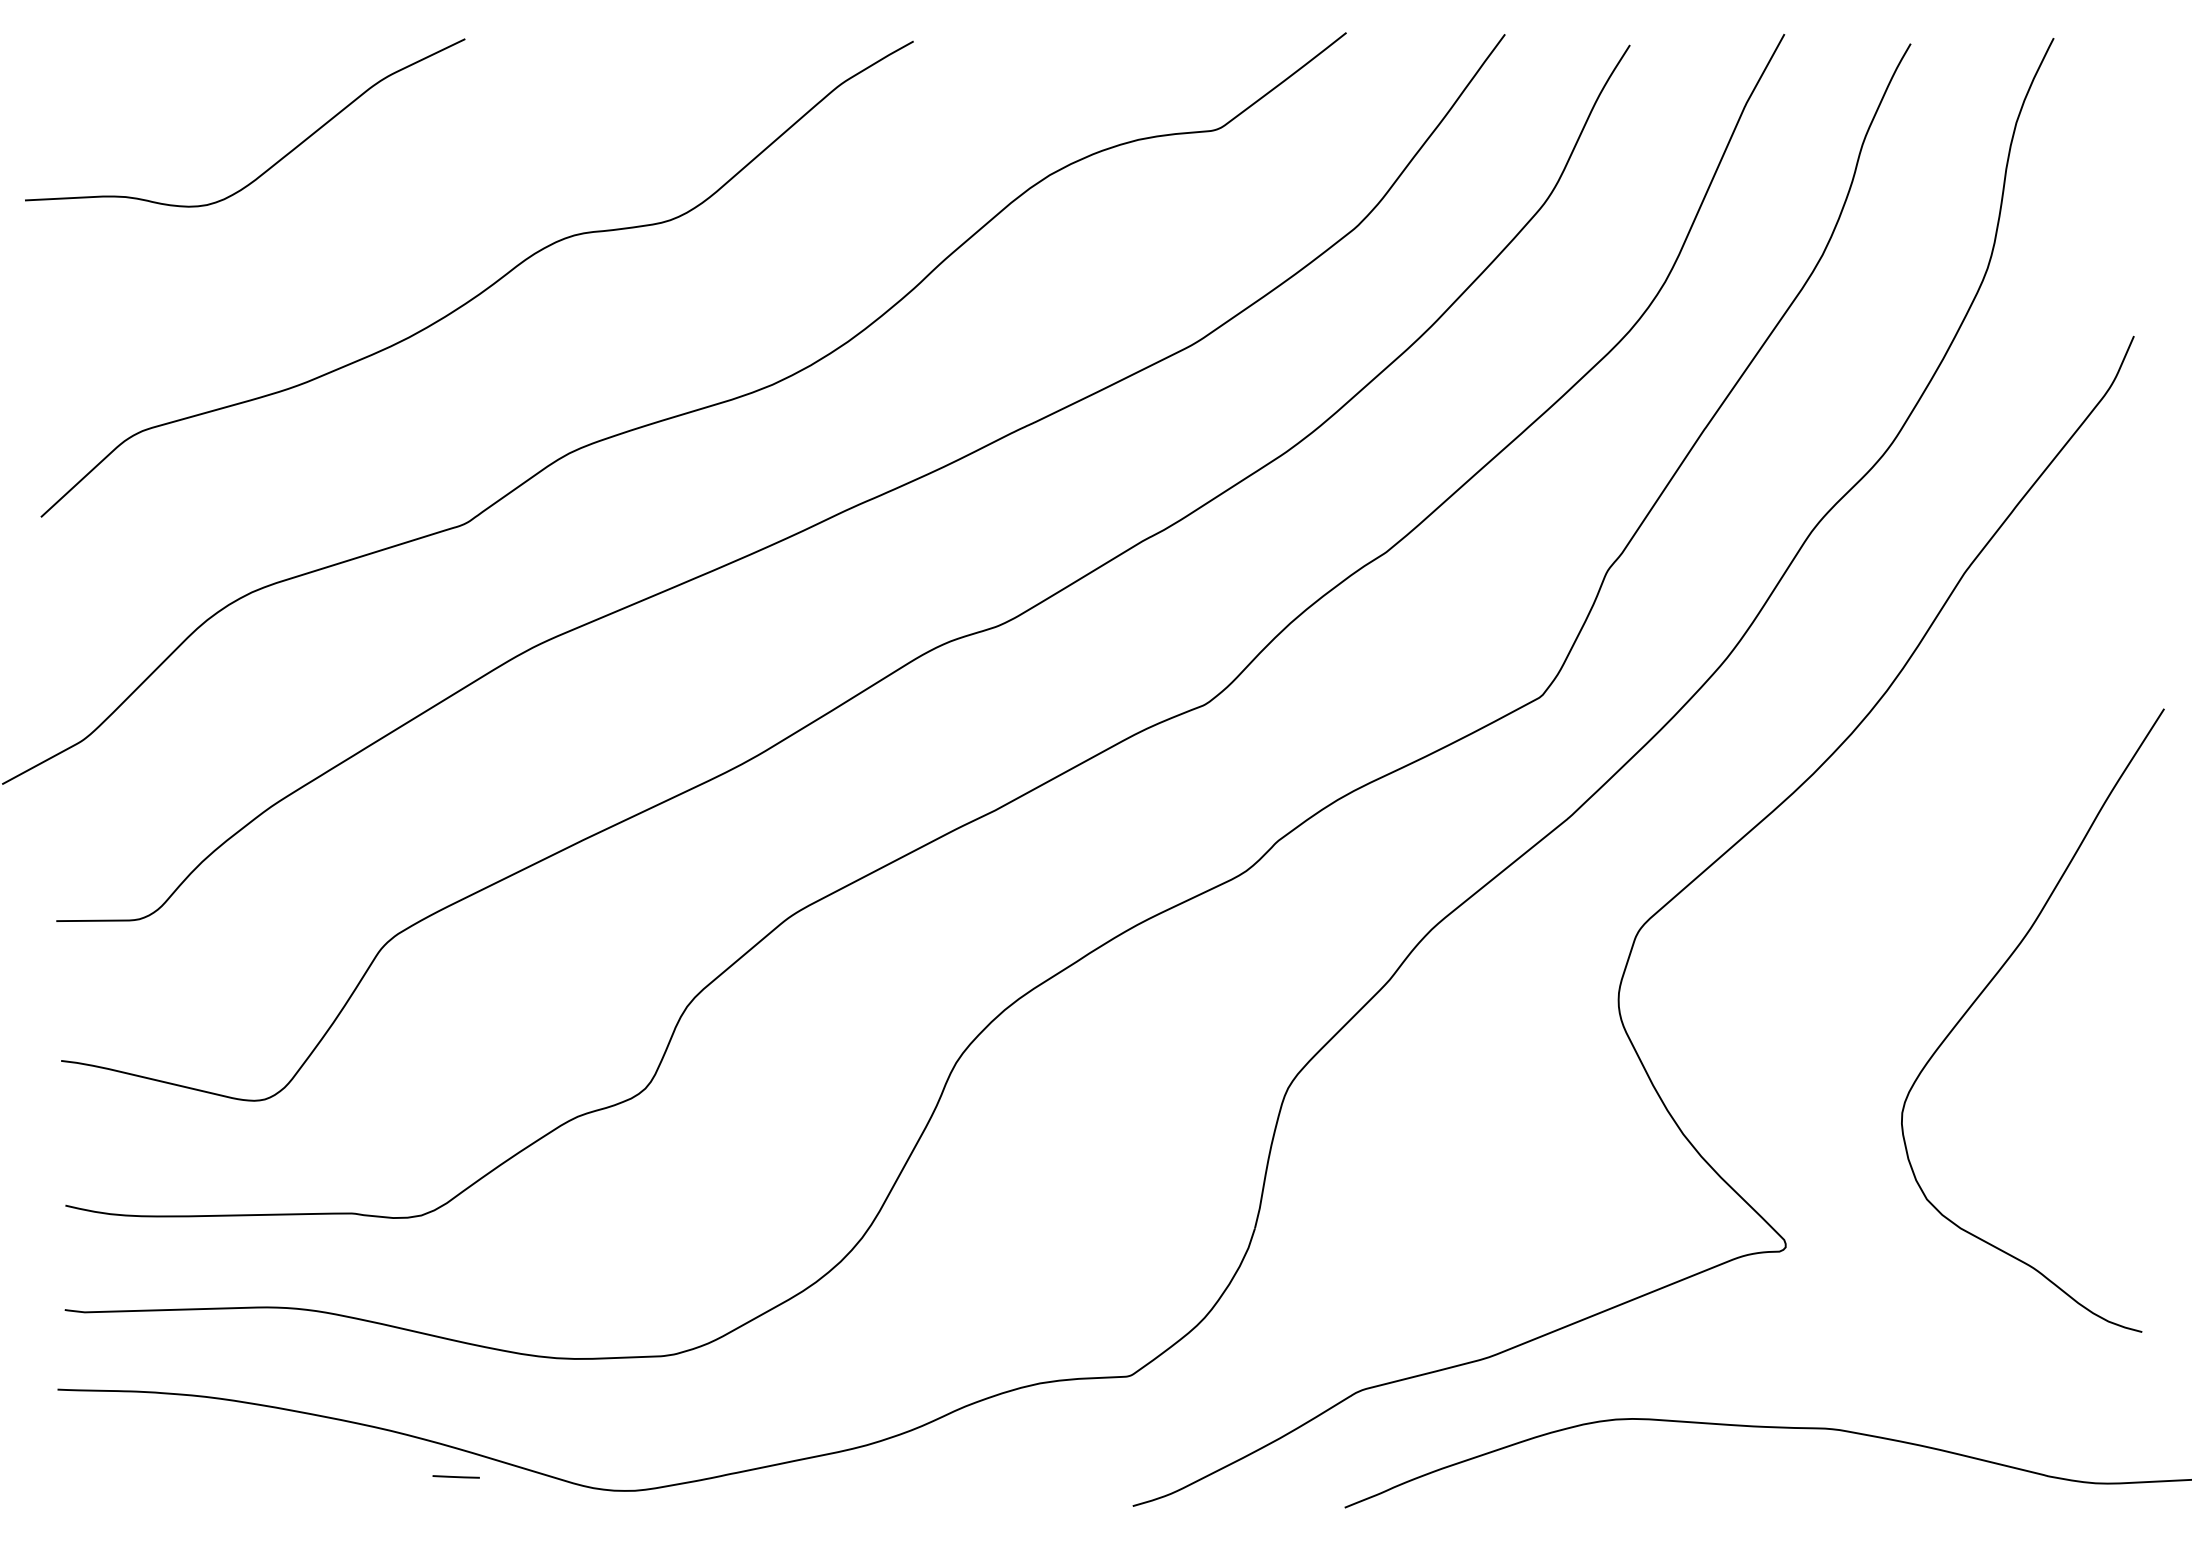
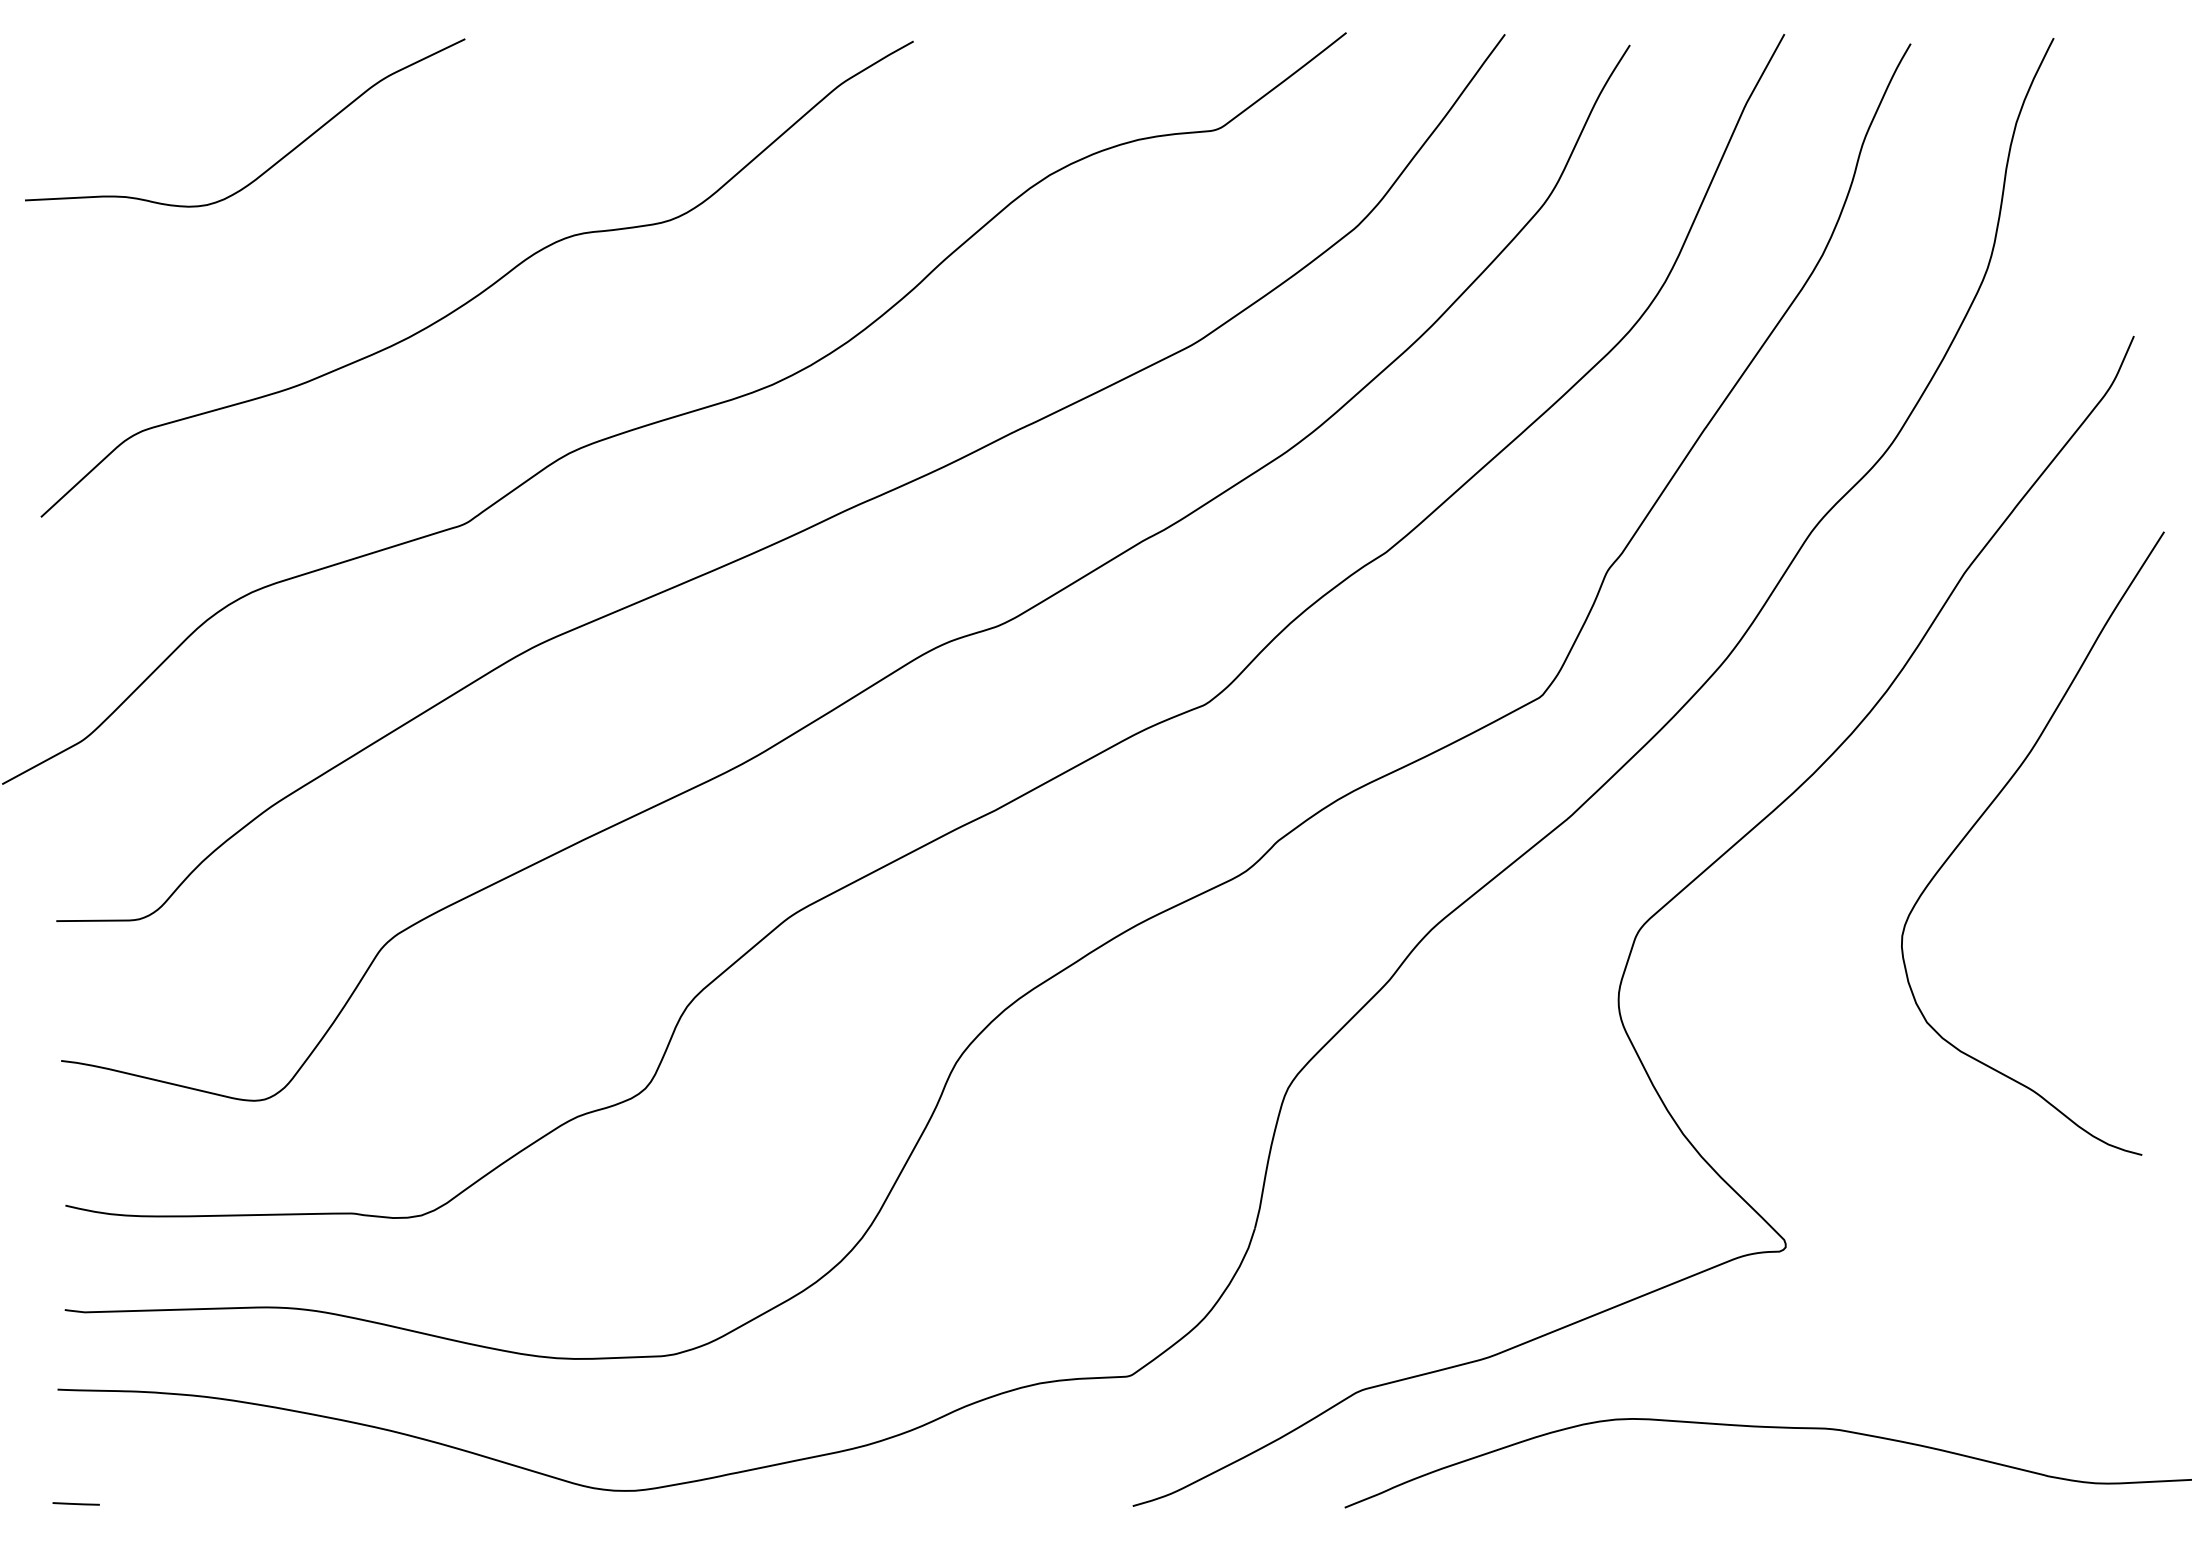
curve at (1987, 987) position: (1987, 987) -> (1987, 810)
line at (455, 1476) position: (455, 1476) -> (75, 1503)
